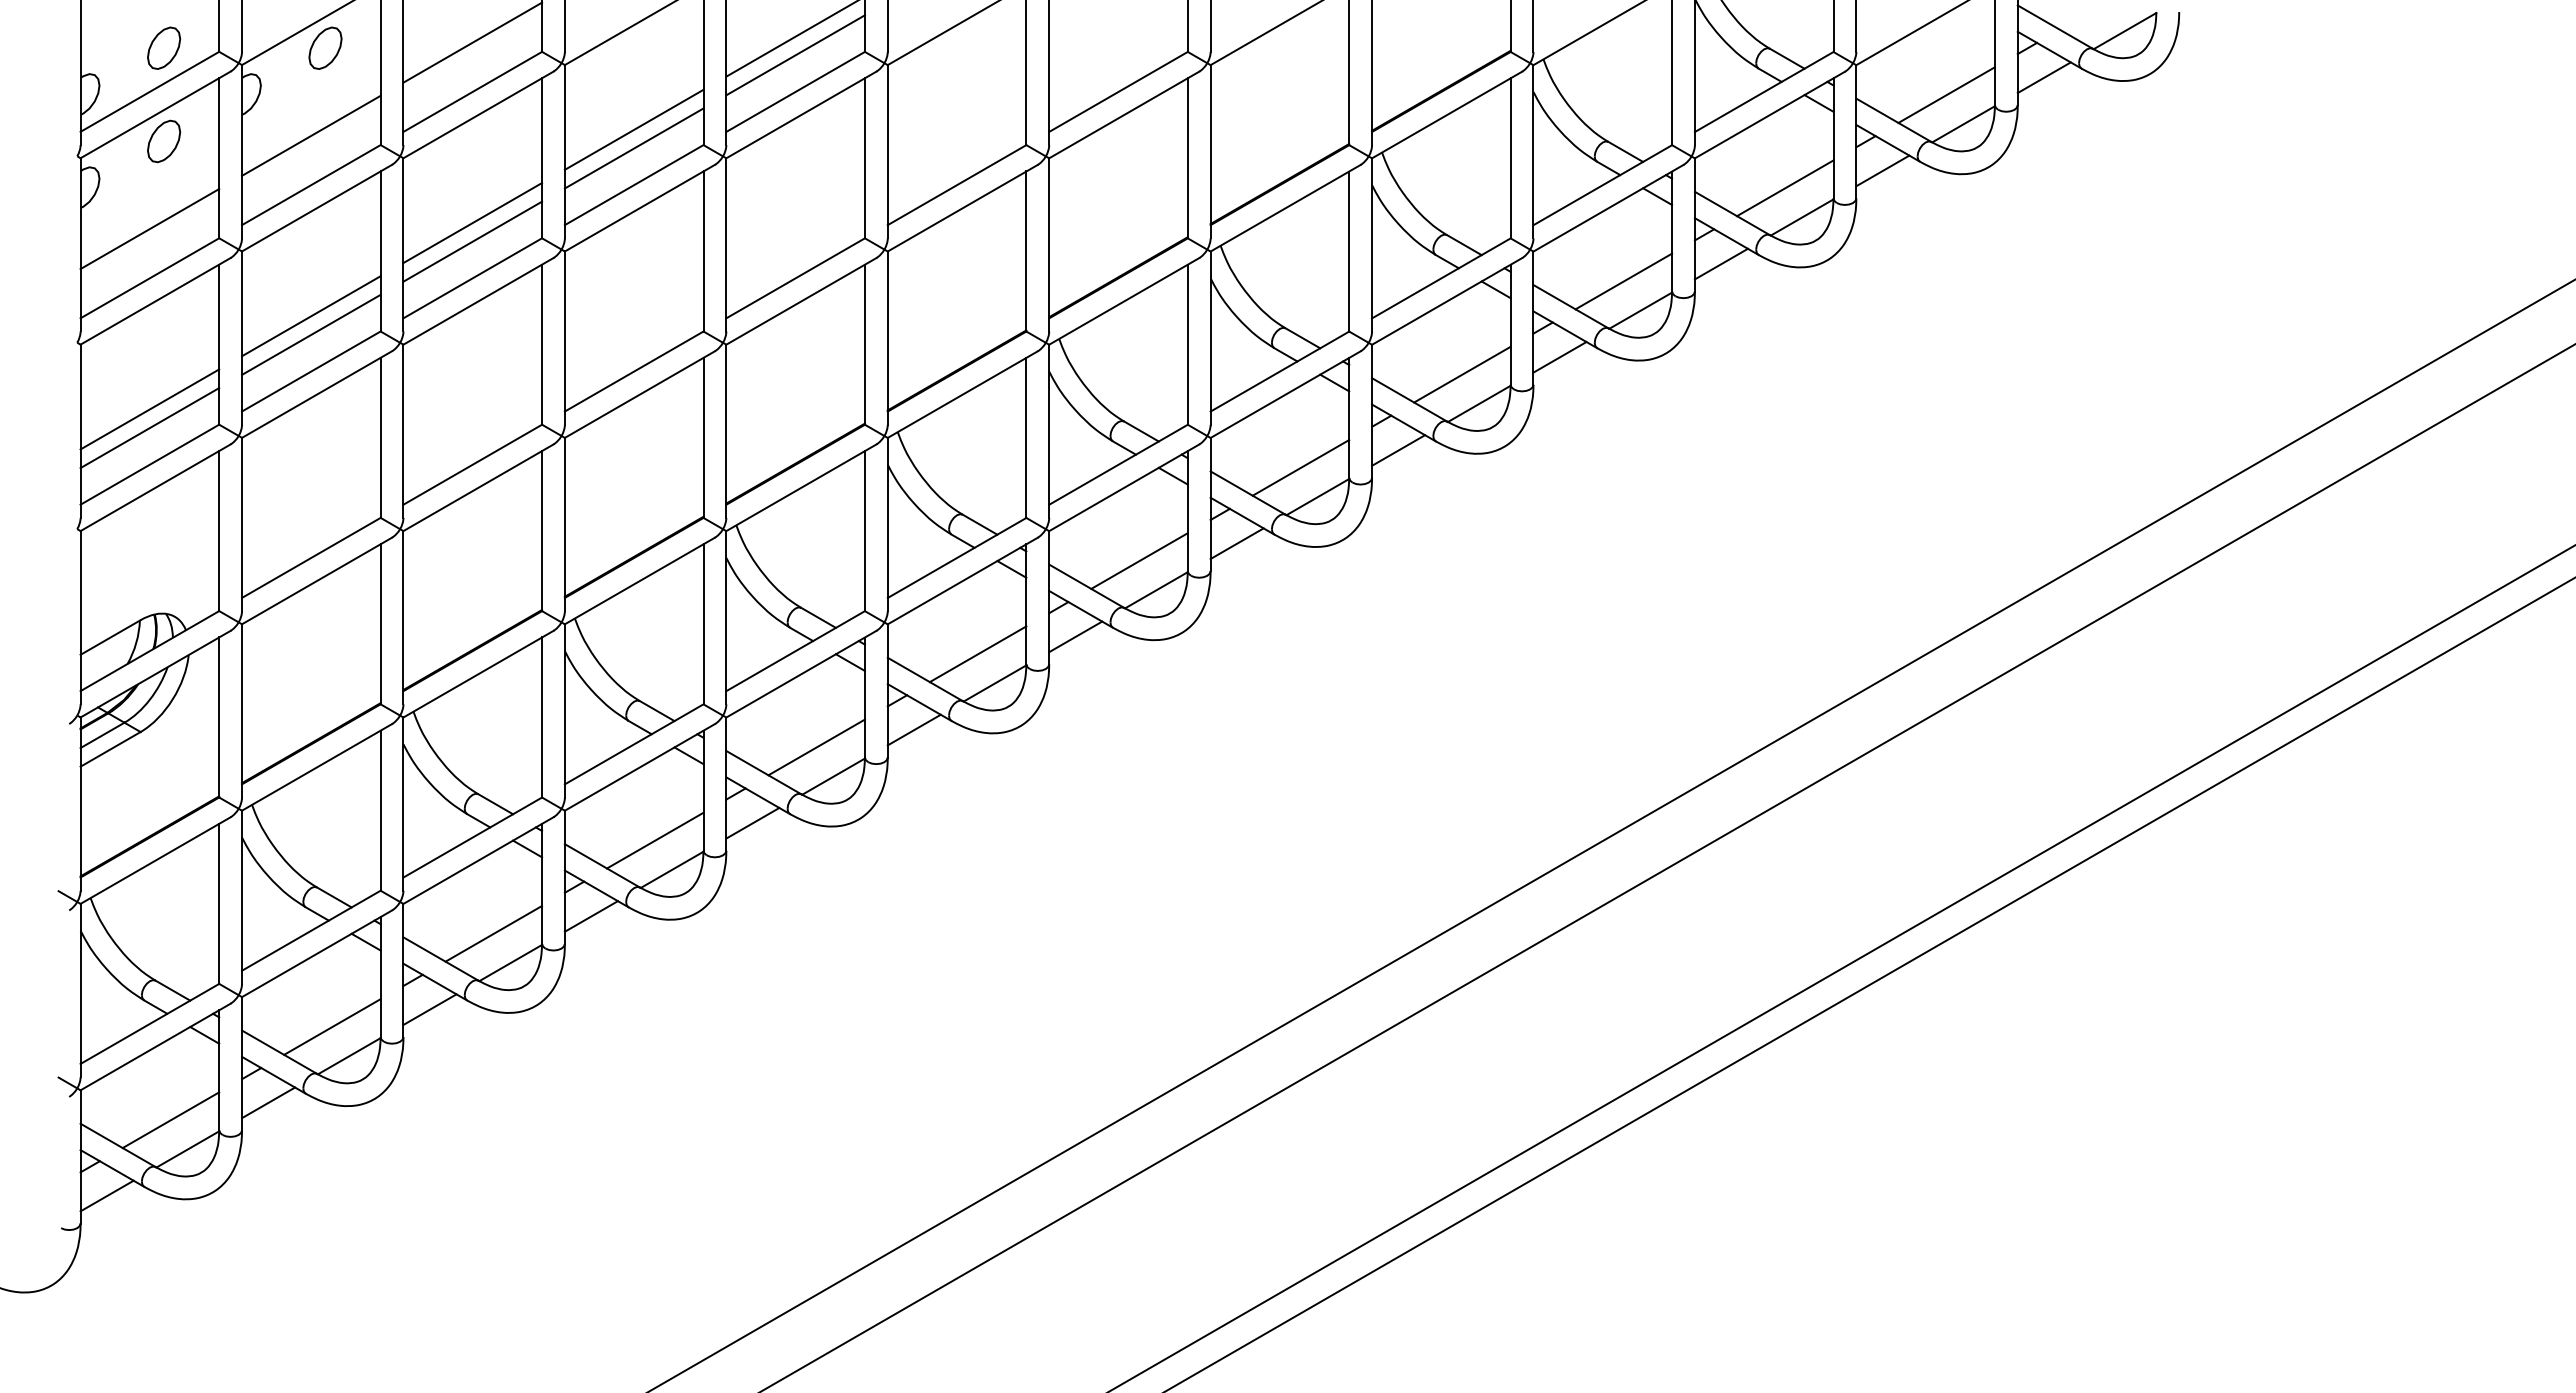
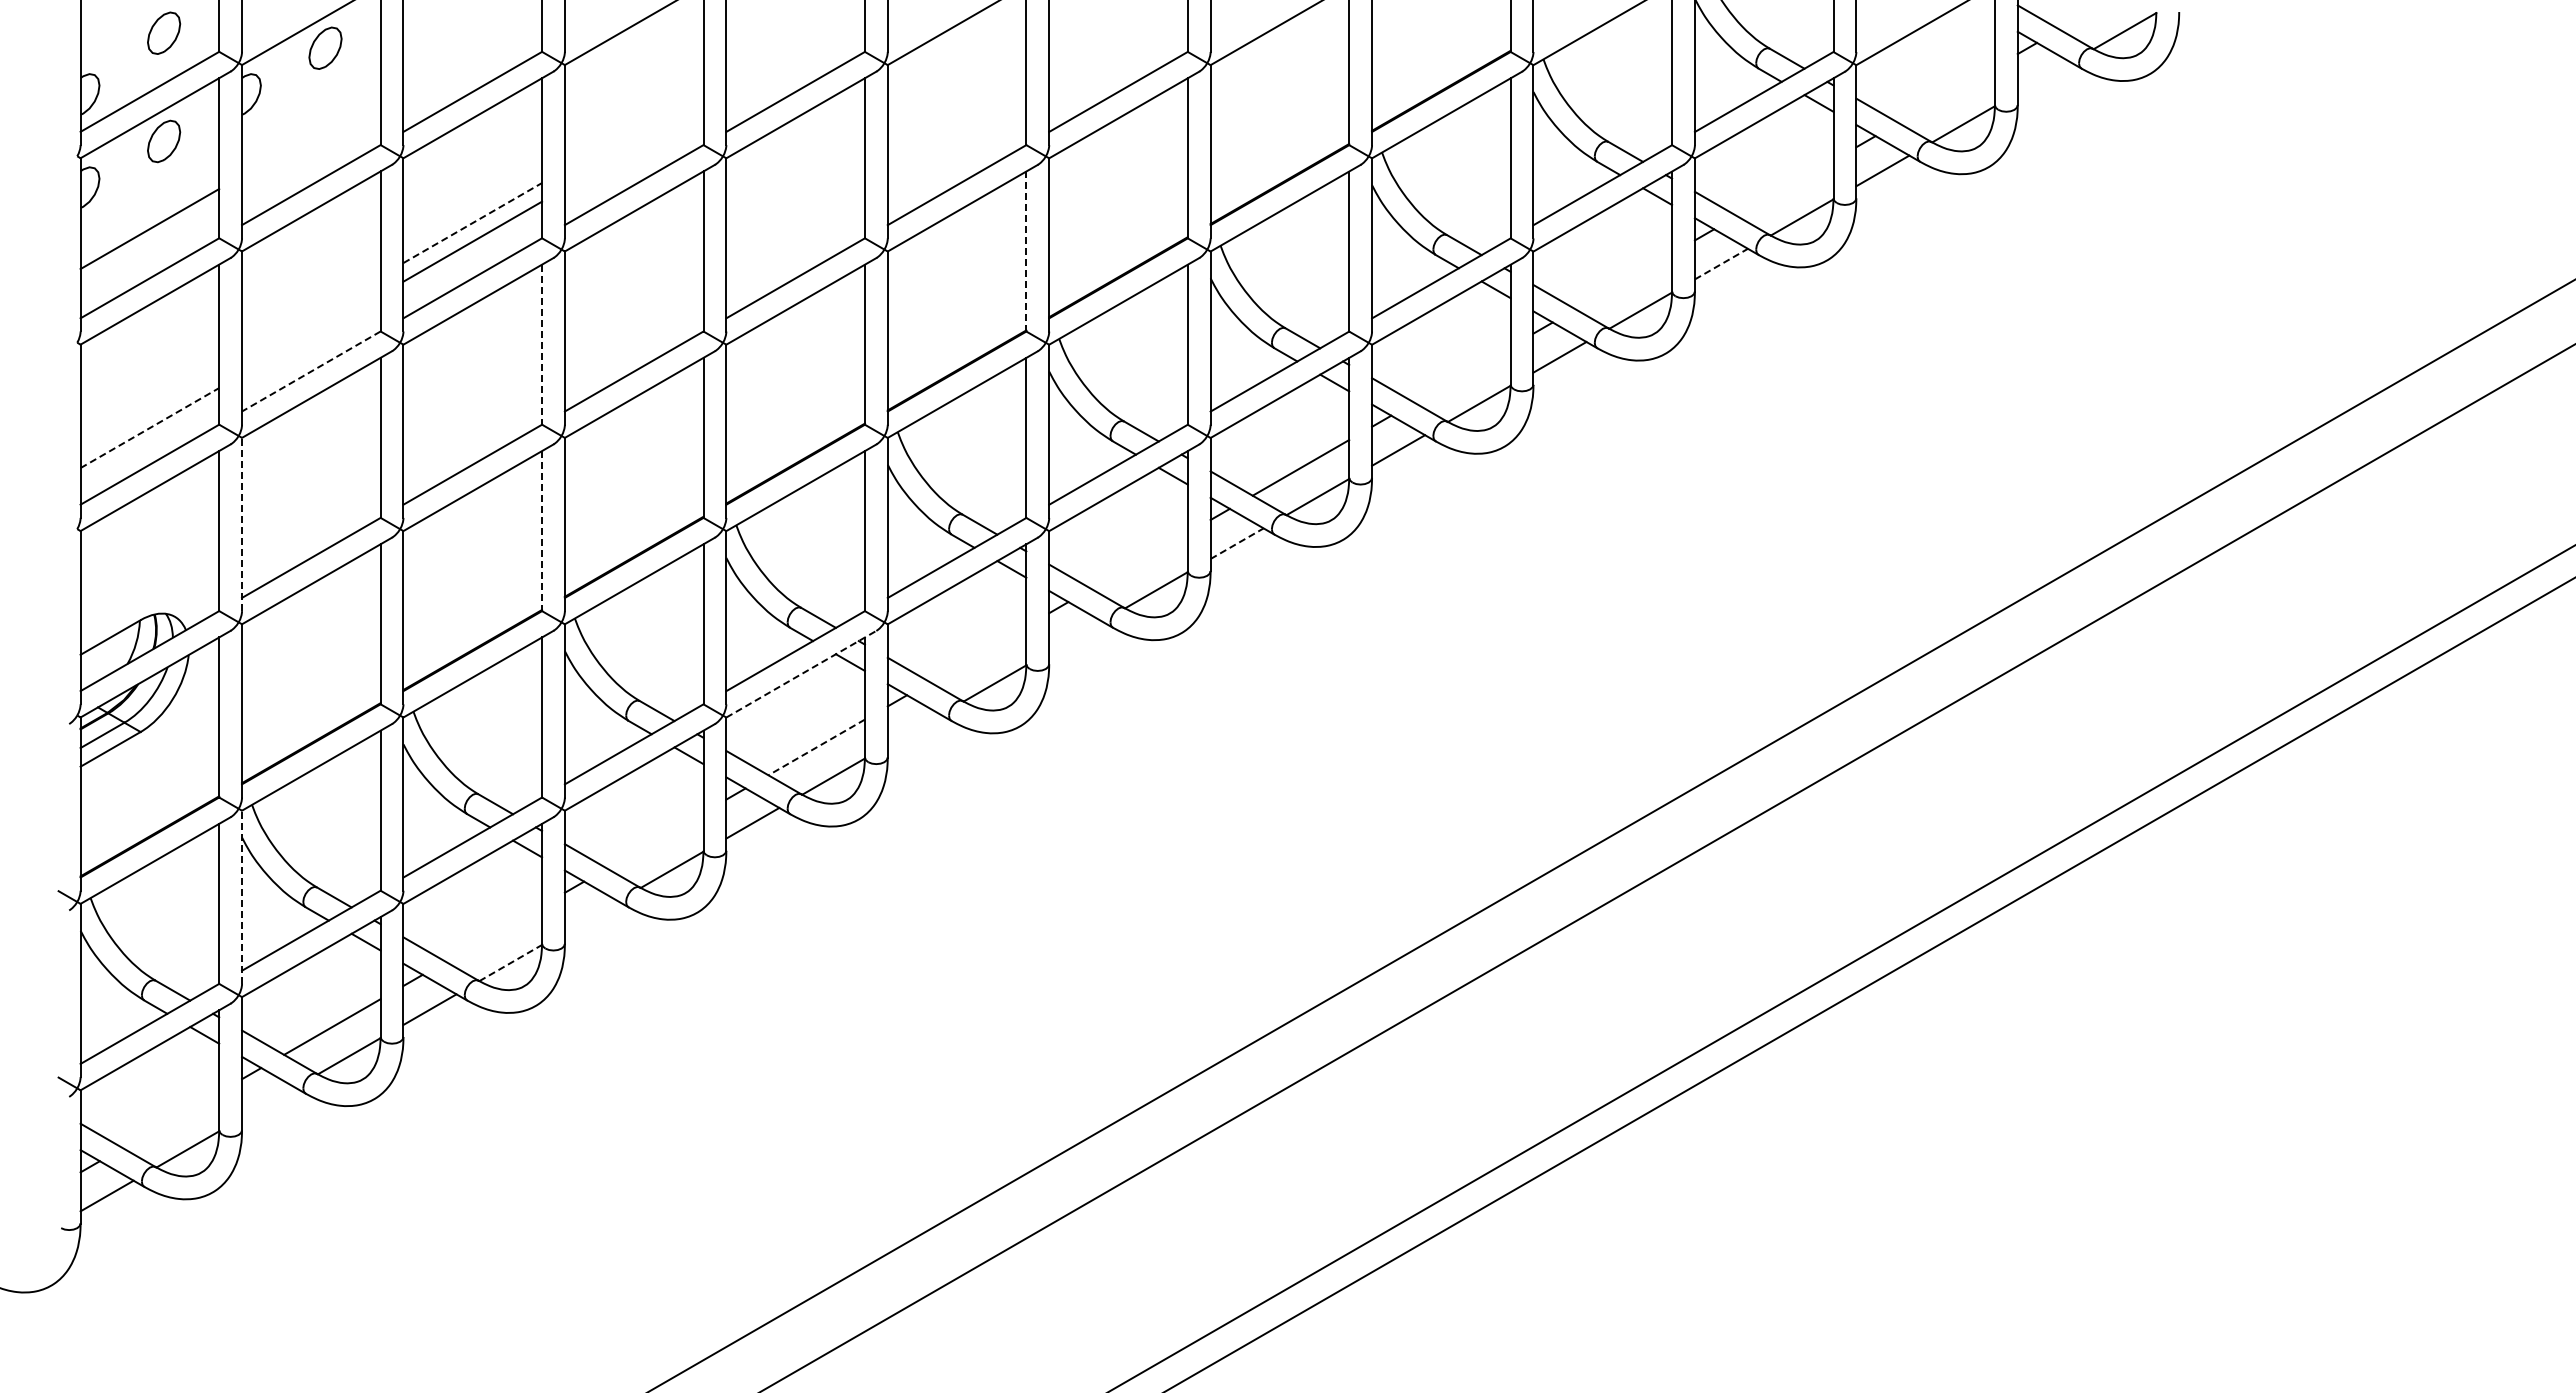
line at (790, 39): present -> none
line at (472, 42): present -> none
part at (164, 47) position: (164, 47) -> (164, 32)
line at (795, 55): present -> none
line at (2043, 77): present -> none
line at (1946, 94): present -> none
line at (633, 129): present -> none
line at (311, 135): present -> none
line at (633, 148): present -> none
line at (1785, 188): present -> none
line at (473, 222): solid -> dashed
line at (1026, 252): solid -> dashed
line at (1721, 264): solid -> dashed
line at (1623, 281): present -> none
line at (311, 316): present -> none
line at (311, 334): present -> none
line at (542, 345): solid -> dashed
line at (310, 371): solid -> dashed
line at (1462, 374): present -> none
line at (149, 409): present -> none
line at (150, 427): solid -> dashed
line at (242, 524): solid -> dashed
line at (542, 531): solid -> dashed
line at (1237, 543): solid -> dashed
line at (1139, 560): present -> none
line at (1075, 636): present -> none
line at (977, 654): present -> none
line at (801, 674): solid -> dashed
line at (913, 729): present -> none
line at (816, 747): solid -> dashed
line at (655, 840): present -> none
line at (242, 897): solid -> dashed
line at (590, 916): present -> none
line at (493, 933): present -> none
line at (511, 962): solid -> dashed
line at (268, 1102): present -> none
line at (170, 1120): present -> none
